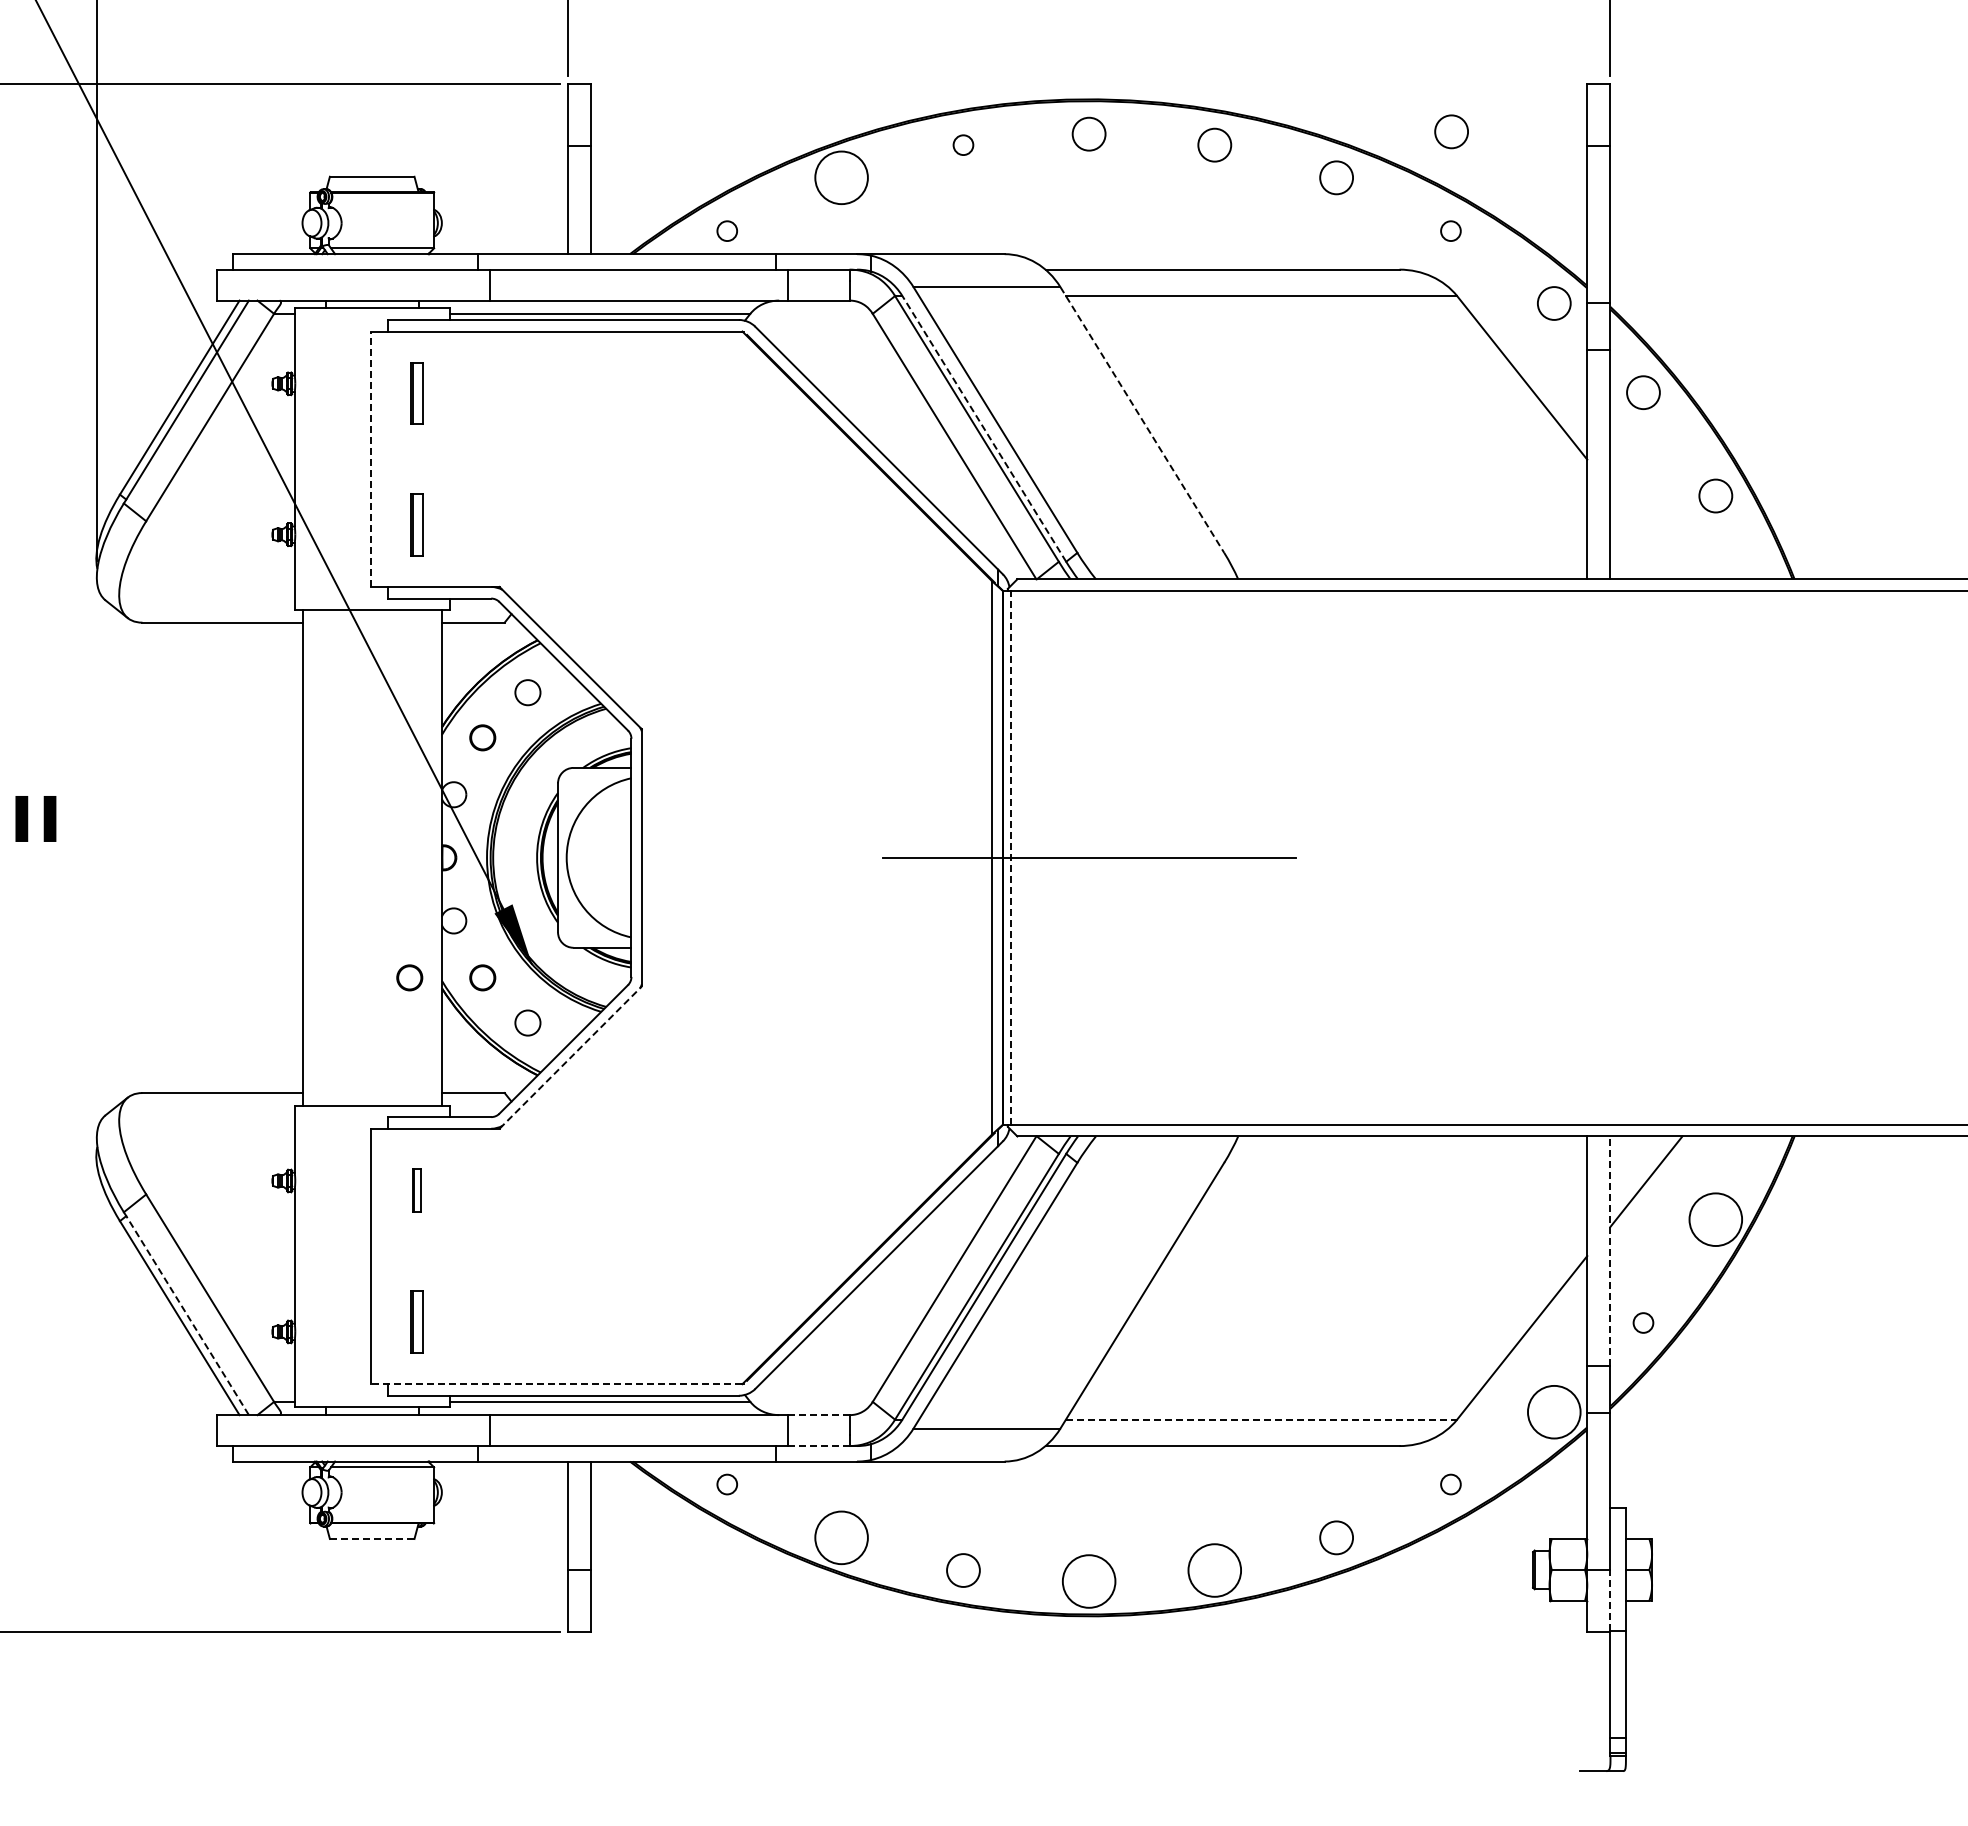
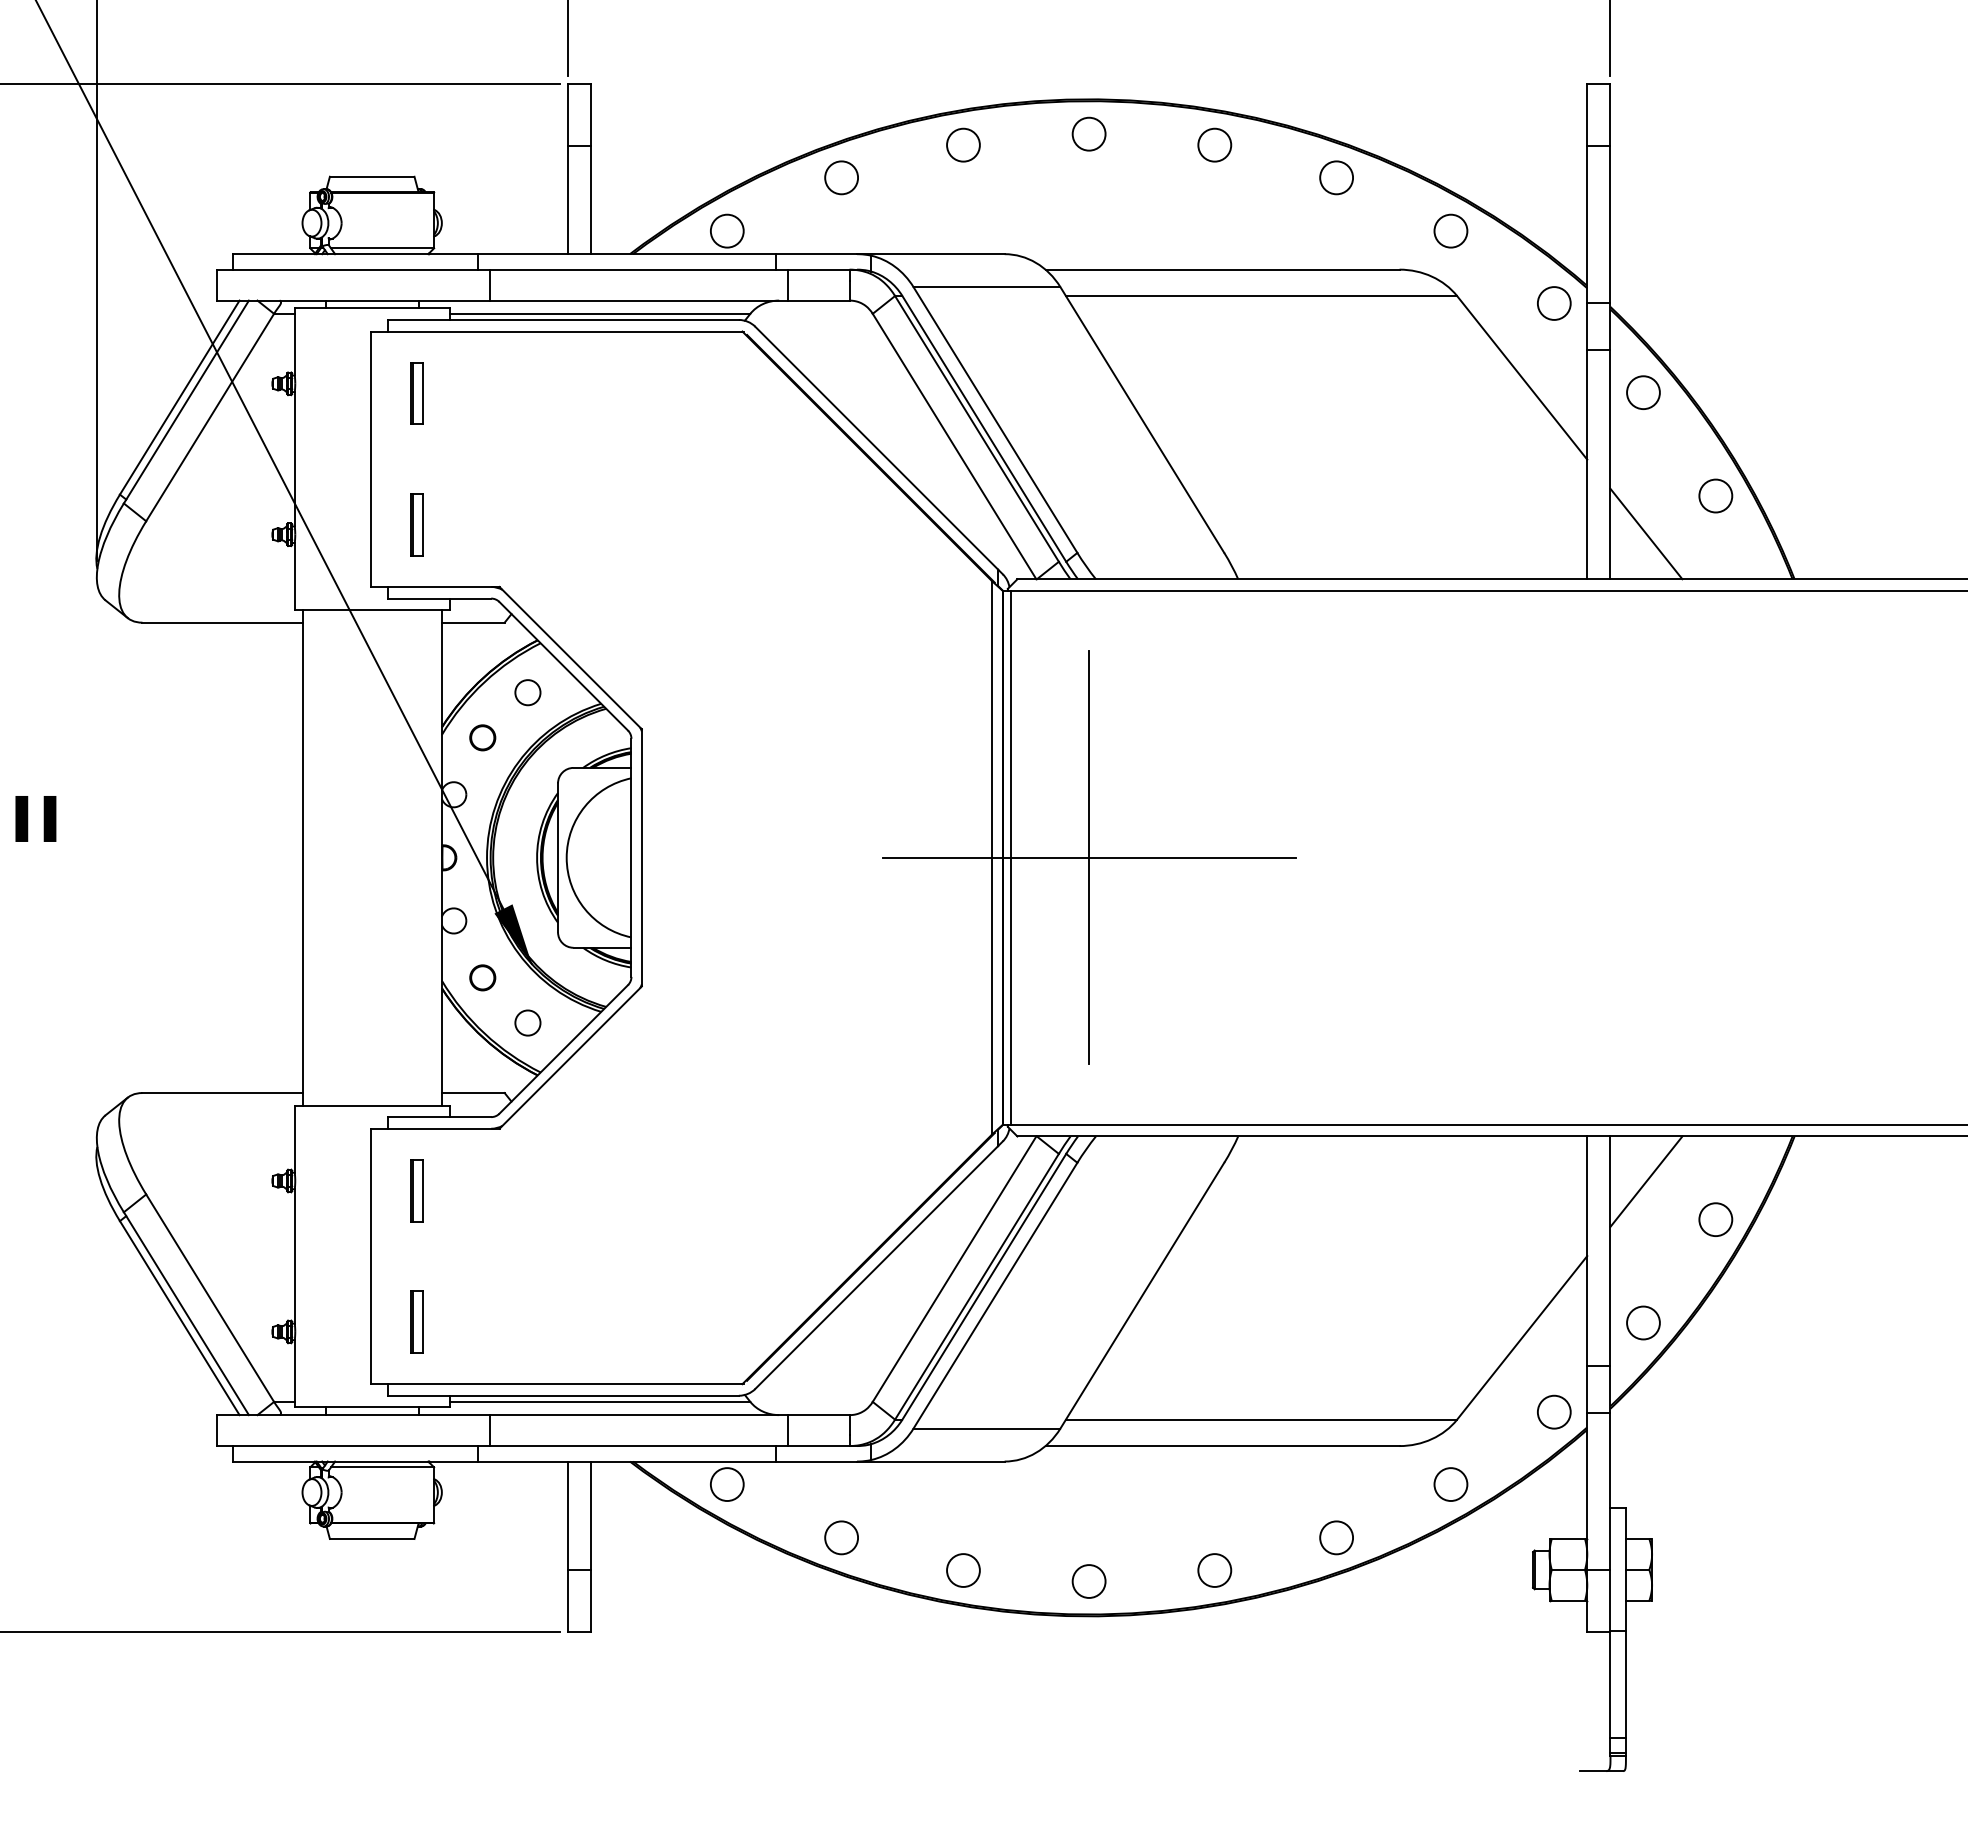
circle at (1451, 131): present -> none
circle at (963, 145) diameter: 20 px -> 33 px
circle at (841, 177) diameter: 53 px -> 33 px
circle at (727, 231) diameter: 20 px -> 33 px
circle at (1450, 231) diameter: 20 px -> 33 px
line at (1142, 420): dashed -> solid
line at (984, 428): dashed -> solid
line at (371, 459): dashed -> solid
line at (1646, 533): none -> present
line at (1011, 857): dashed -> solid
line at (1089, 857): none -> present
circle at (409, 977): present -> none
line at (570, 1057): dashed -> solid
part at (416, 1190) size: 10x45 px -> 14x64 px
circle at (1715, 1219) diameter: 53 px -> 33 px
line at (1610, 1251): dashed -> solid
line at (186, 1314): dashed -> solid
circle at (1643, 1322) diameter: 20 px -> 33 px
line at (556, 1384): dashed -> solid
circle at (1553, 1411) diameter: 53 px -> 33 px
line at (818, 1415): dashed -> solid
line at (1261, 1419): dashed -> solid
line at (818, 1446): dashed -> solid
circle at (727, 1484) diameter: 20 px -> 33 px
circle at (1450, 1484) diameter: 20 px -> 33 px
circle at (841, 1537) diameter: 53 px -> 33 px
line at (371, 1538): dashed -> solid
circle at (1214, 1570) diameter: 53 px -> 33 px
circle at (1088, 1581) diameter: 53 px -> 33 px
line at (1610, 1599): dashed -> solid
